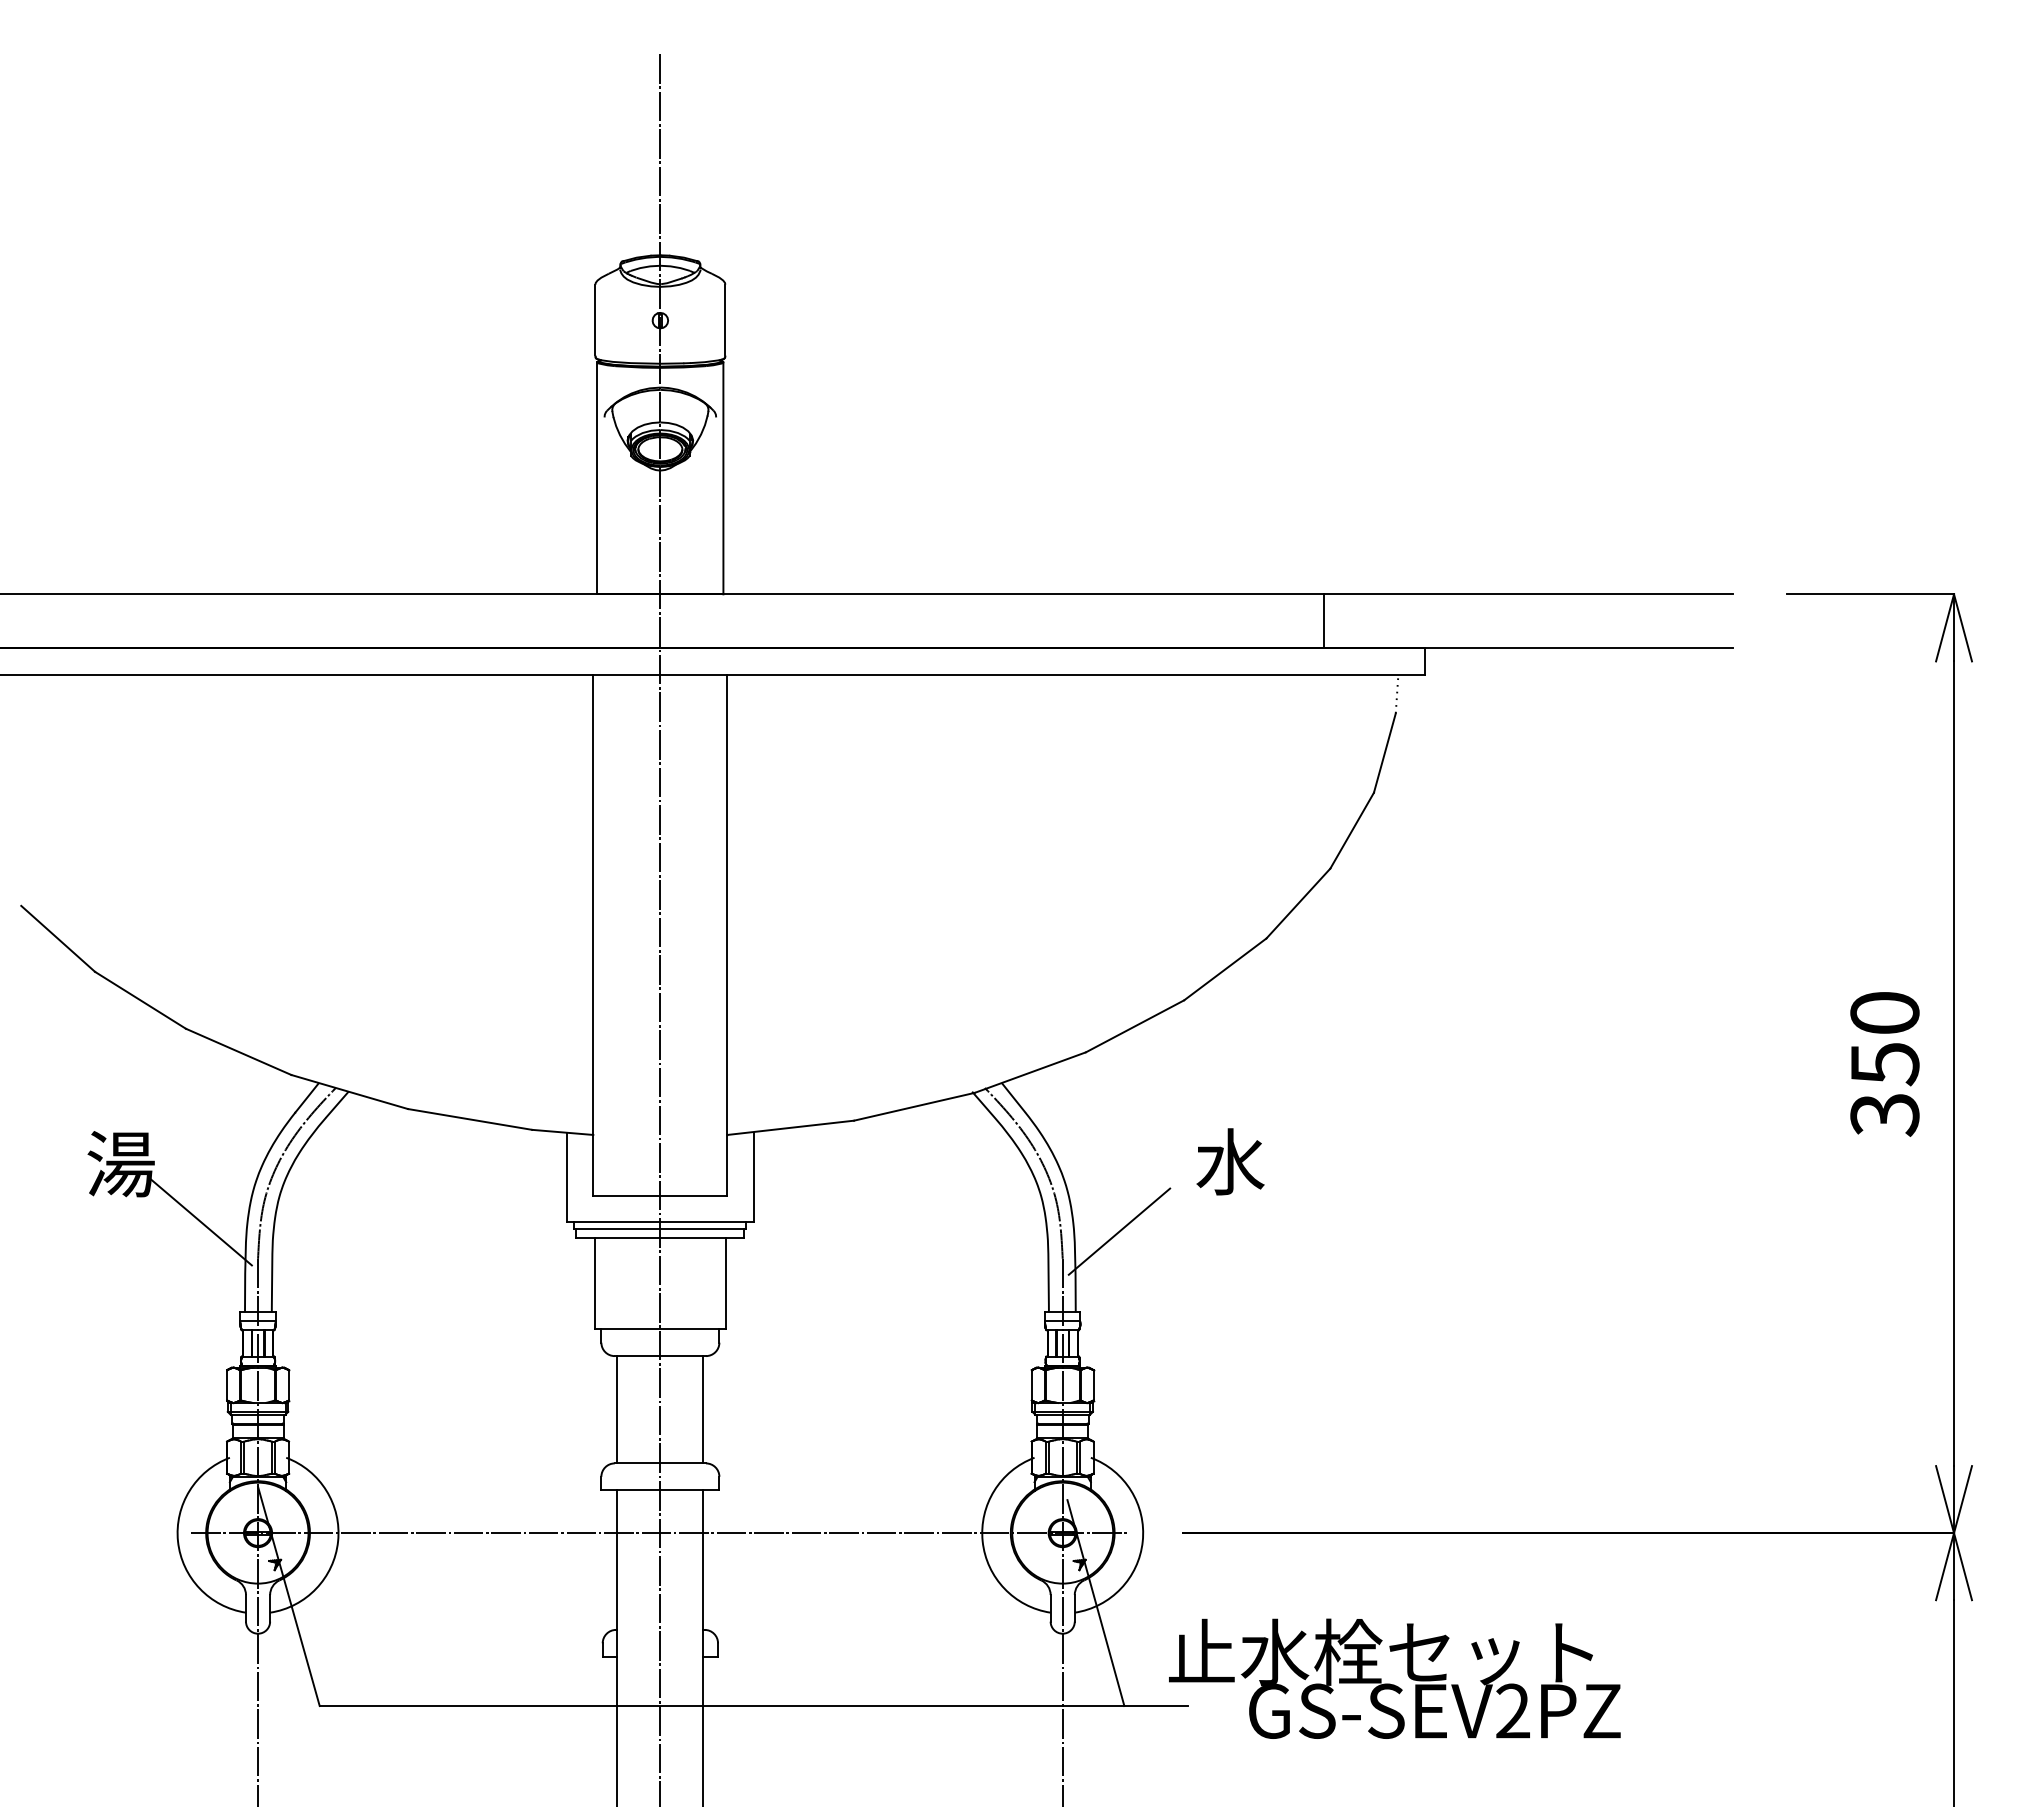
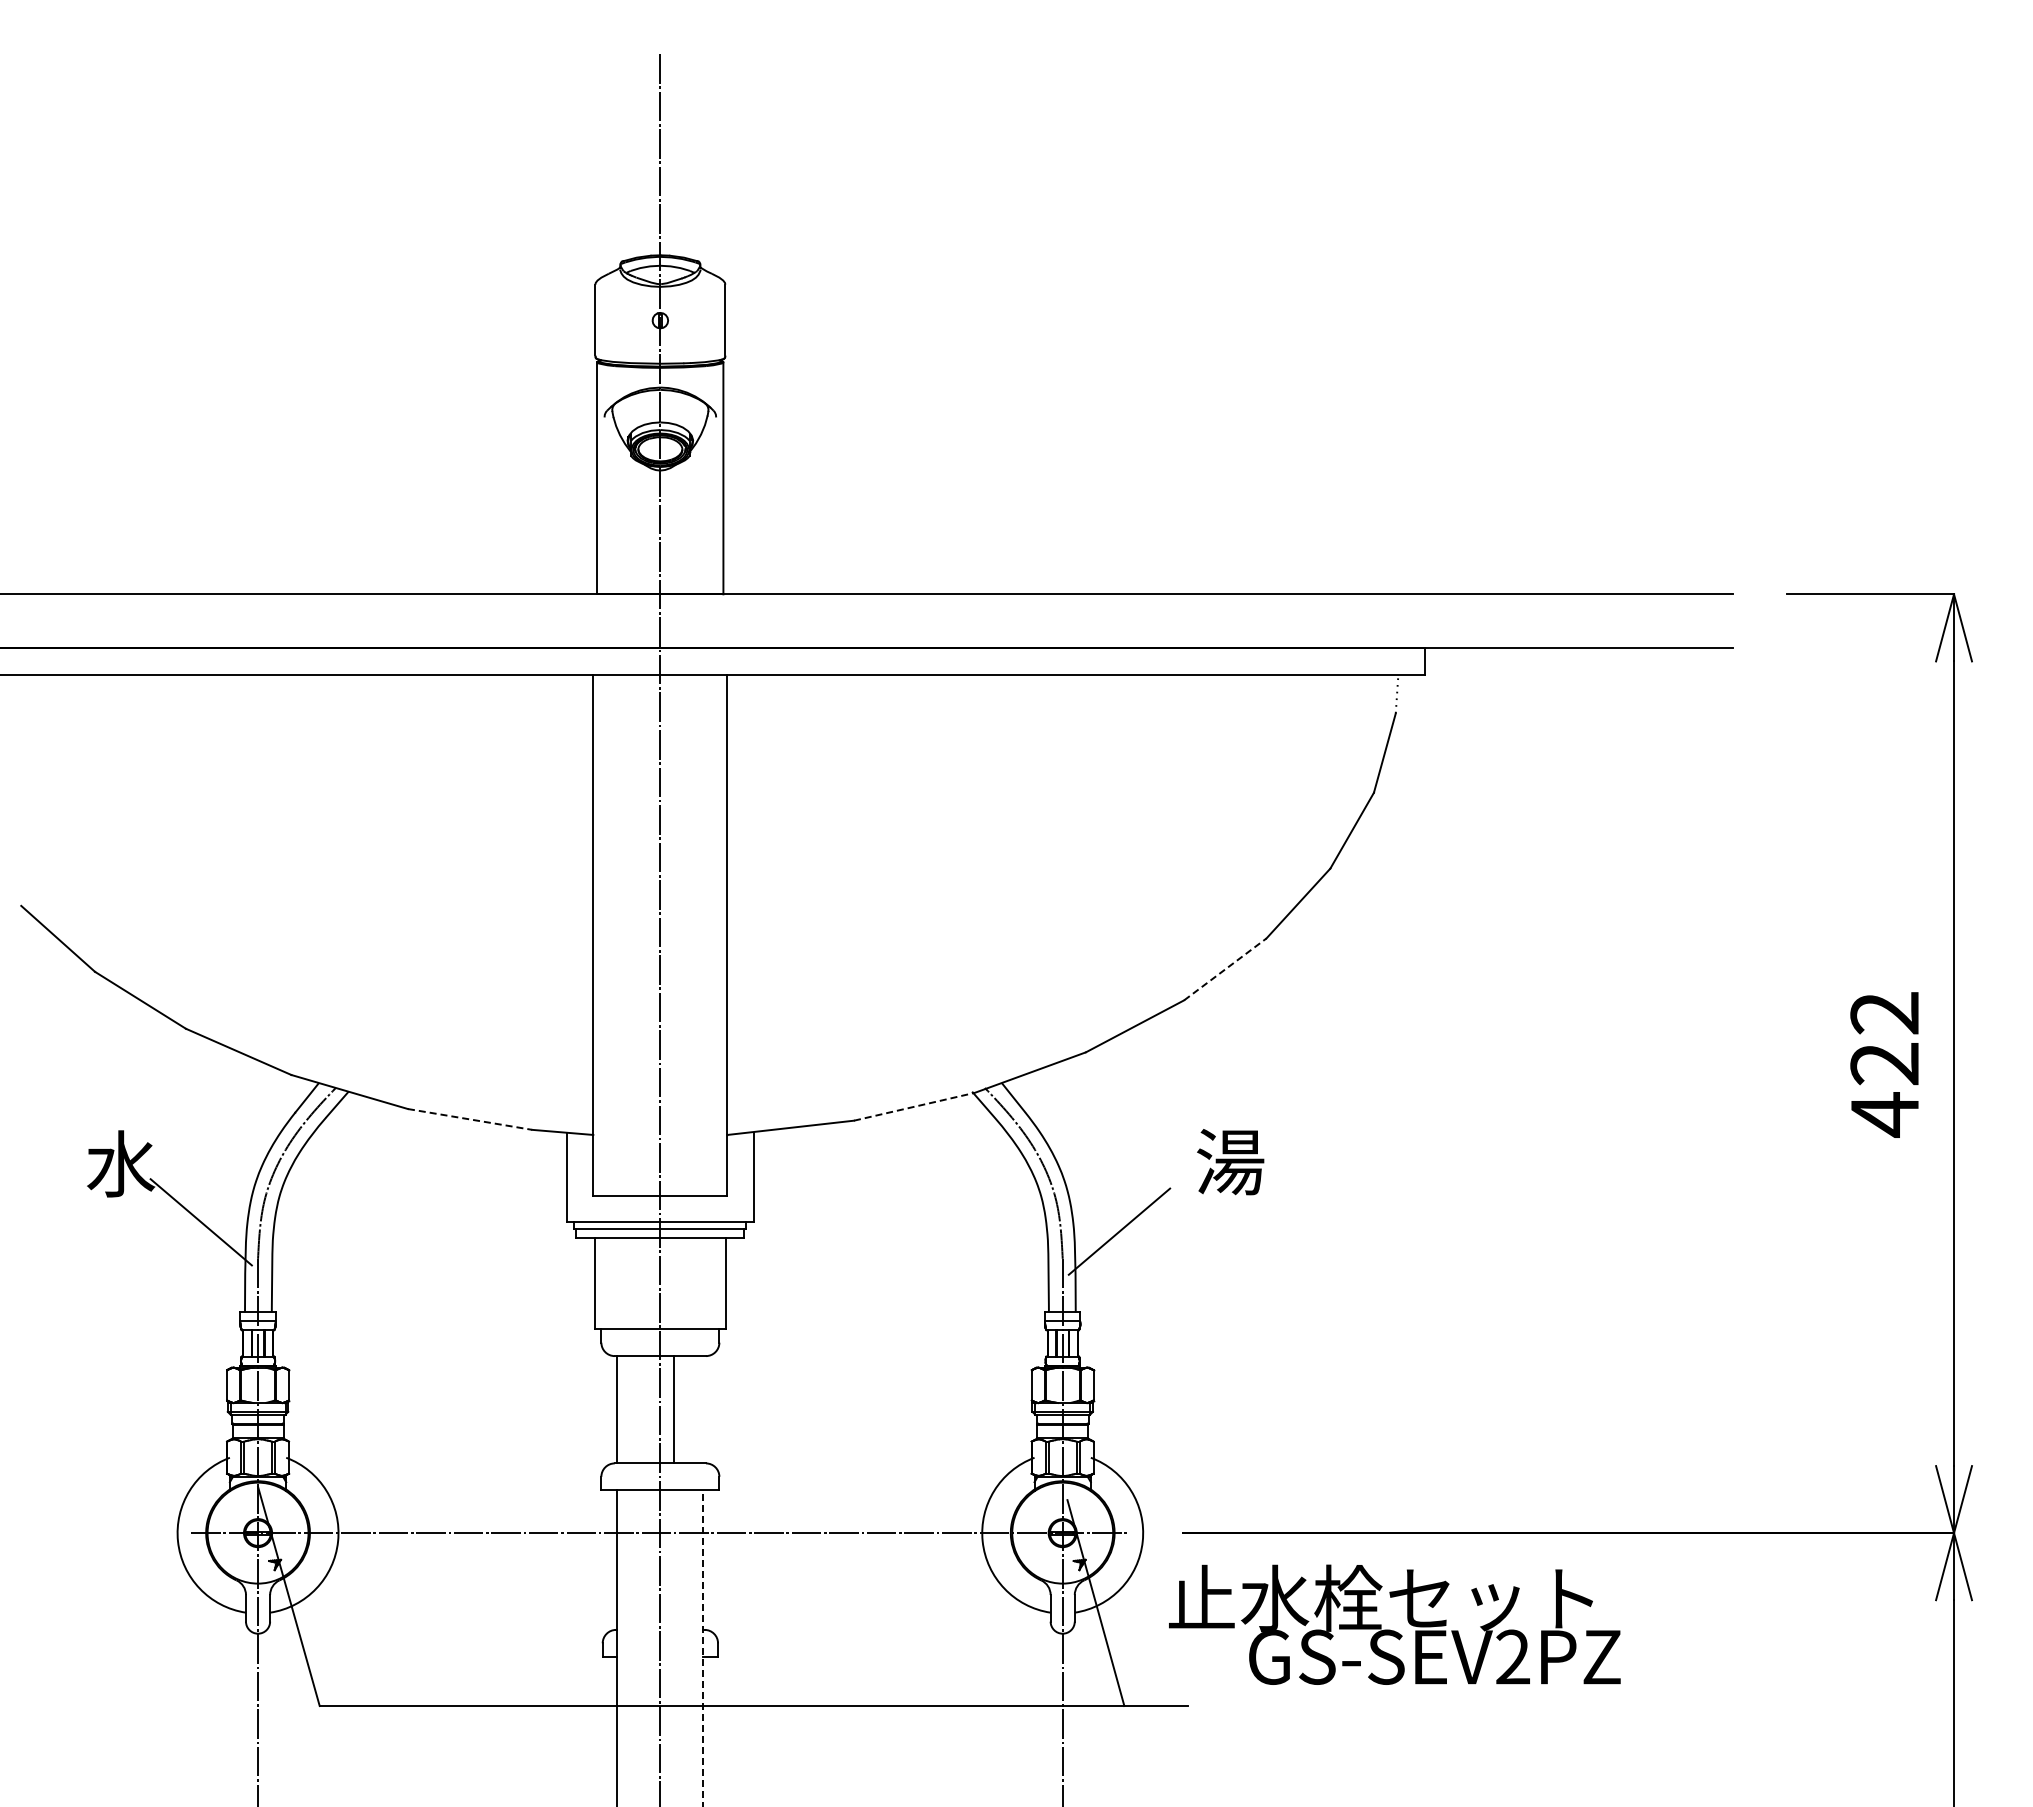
line at (1324, 621): present -> none
line at (1225, 969): solid -> dashed
text at (1884, 1064): 350 -> 422
line at (914, 1106): solid -> dashed
line at (470, 1119): solid -> dashed
text at (1230, 1161): 水 -> 湯
text at (121, 1163): 湯 -> 水
line at (703, 1409) position: (703, 1409) -> (674, 1409)
line at (703, 1648): solid -> dashed
text at (1394, 1678) position: (1394, 1678) -> (1394, 1624)
